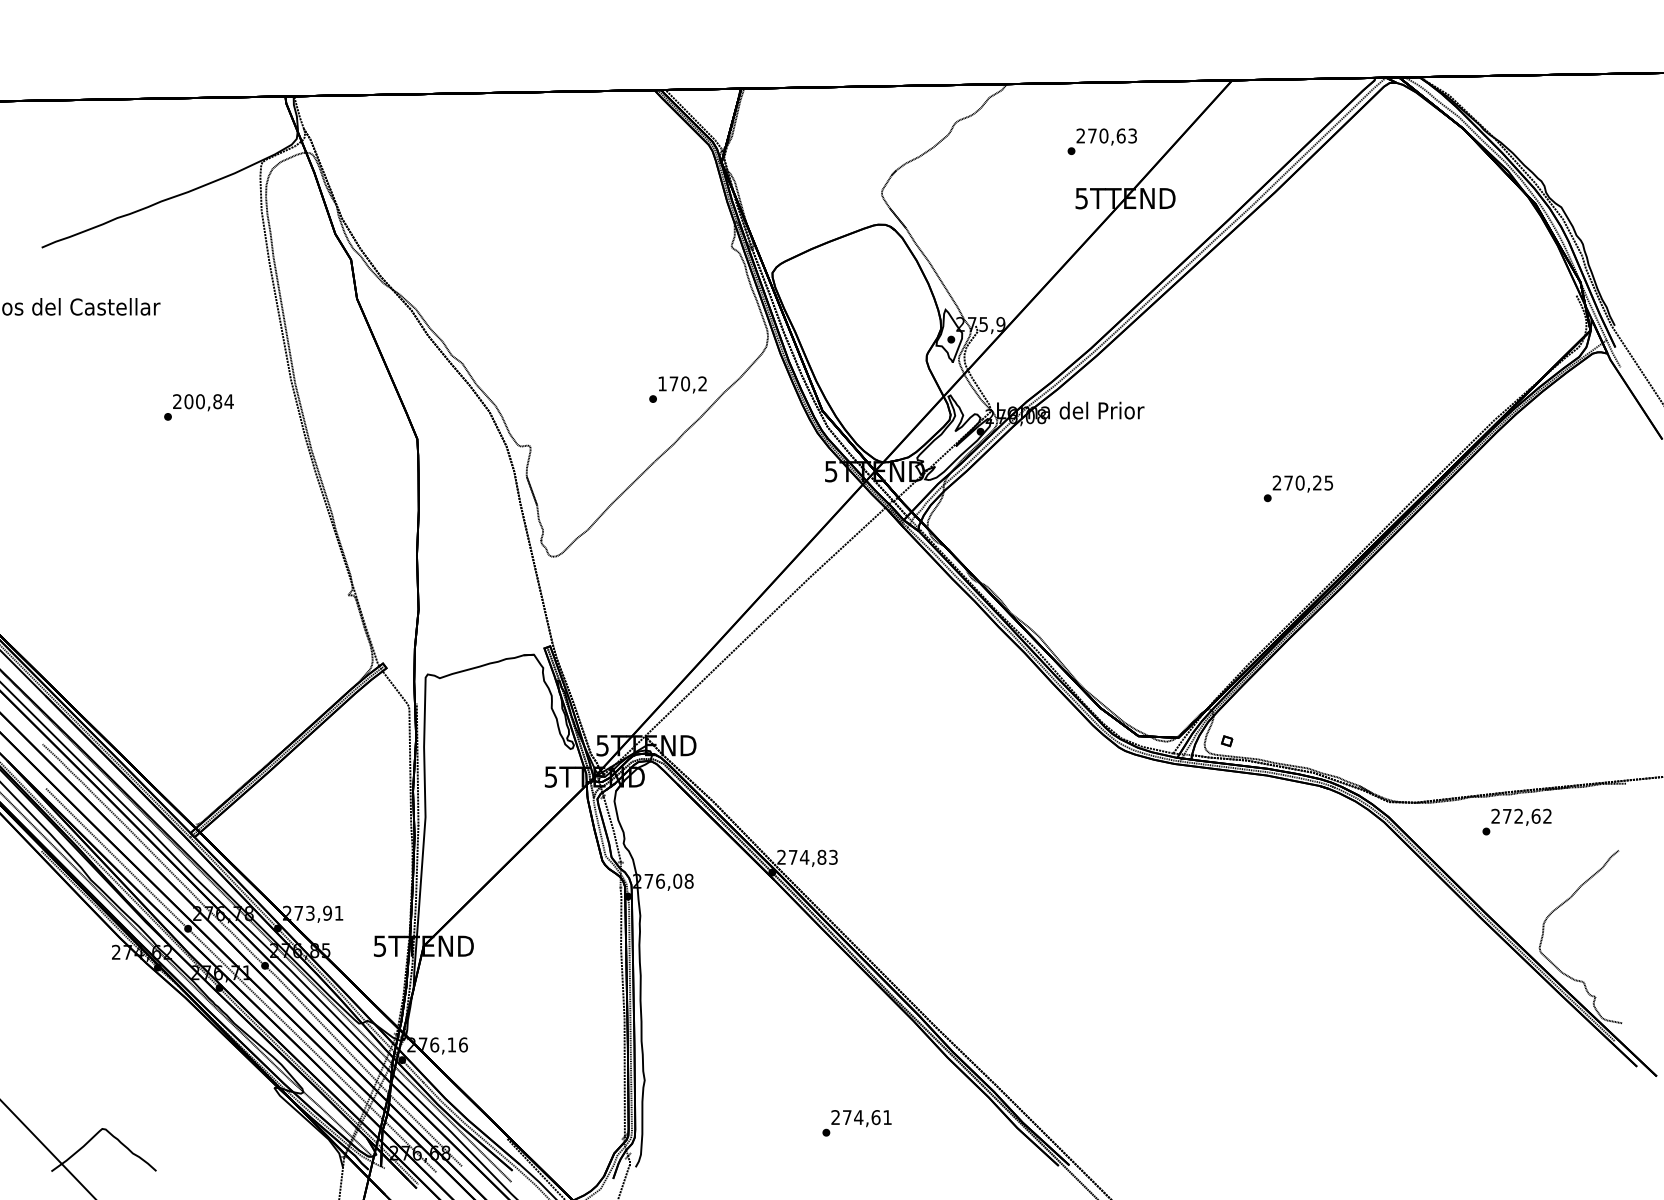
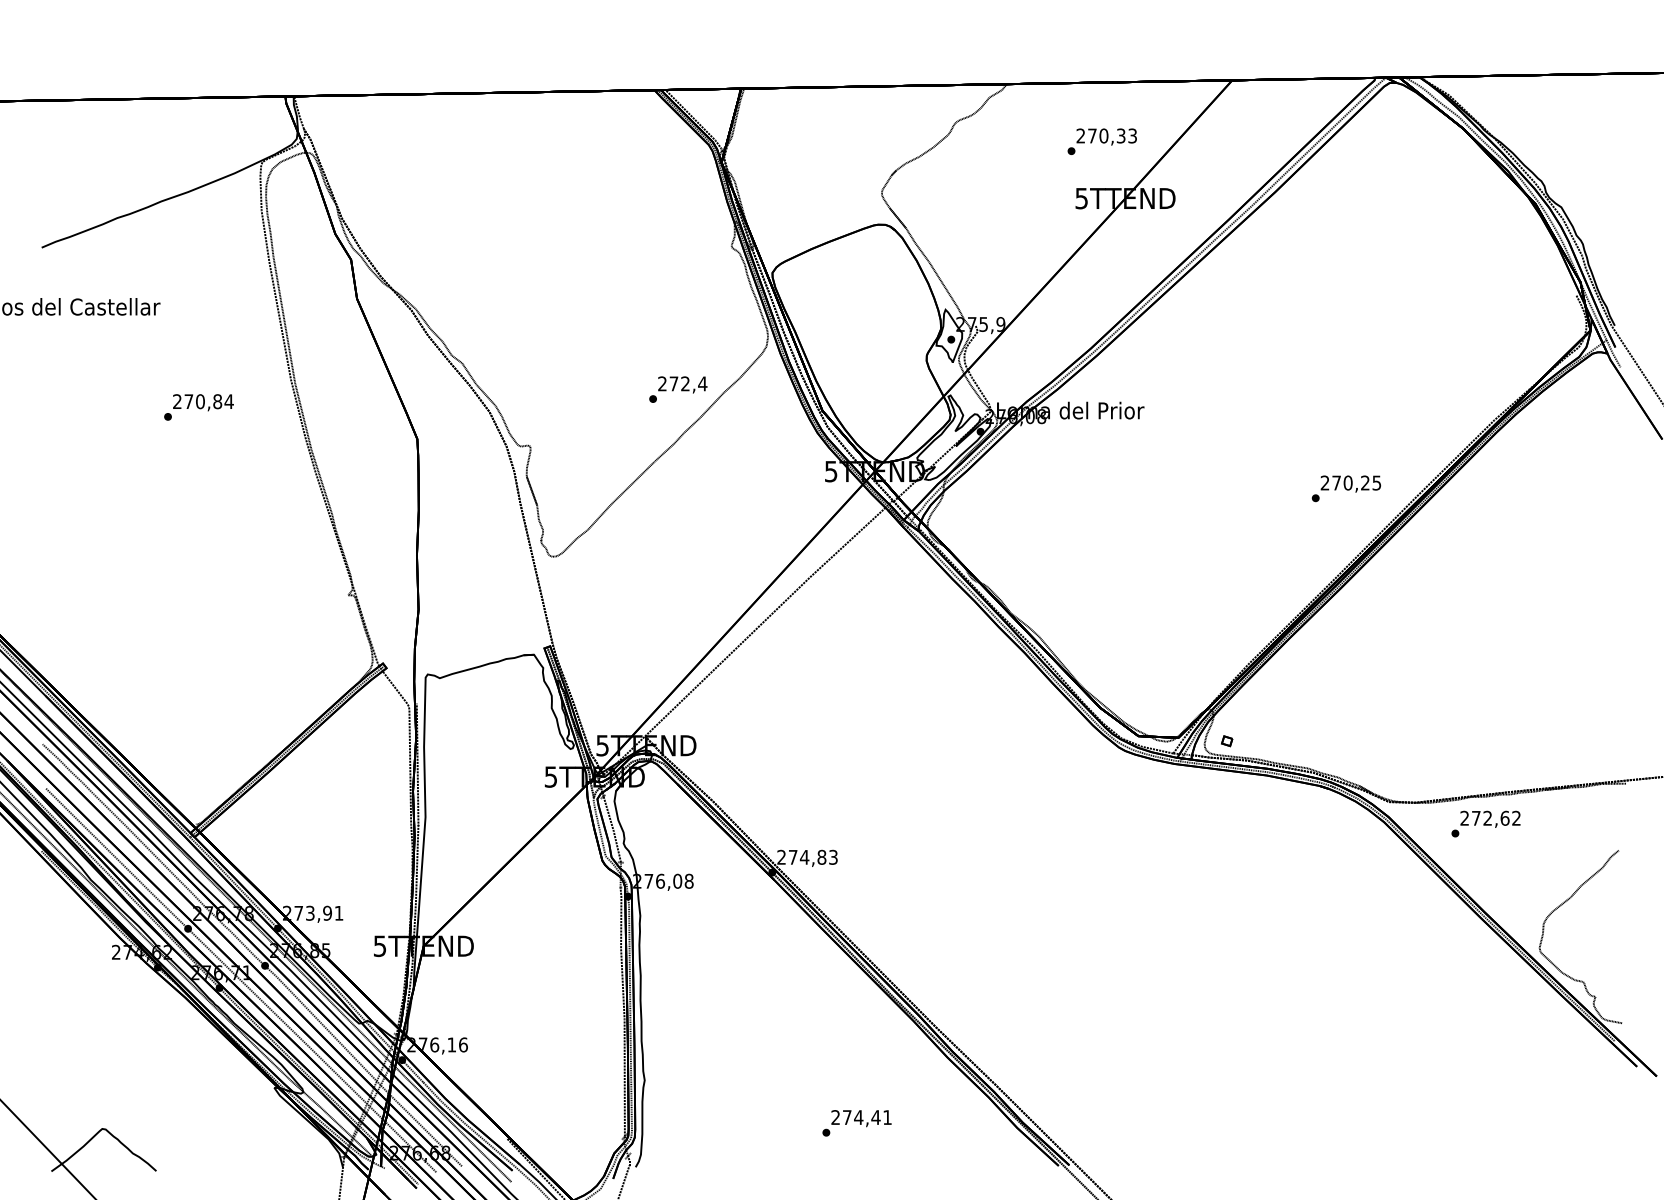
text at (1120, 135): 270,63 -> 270,33
text at (682, 383): 170,2 -> 272,4
text at (188, 401): 200,84 -> 270,84
text at (1298, 488) position: (1298, 488) -> (1346, 488)
text at (1516, 821) position: (1516, 821) -> (1485, 823)
text at (875, 1117): 274,61 -> 274,41
